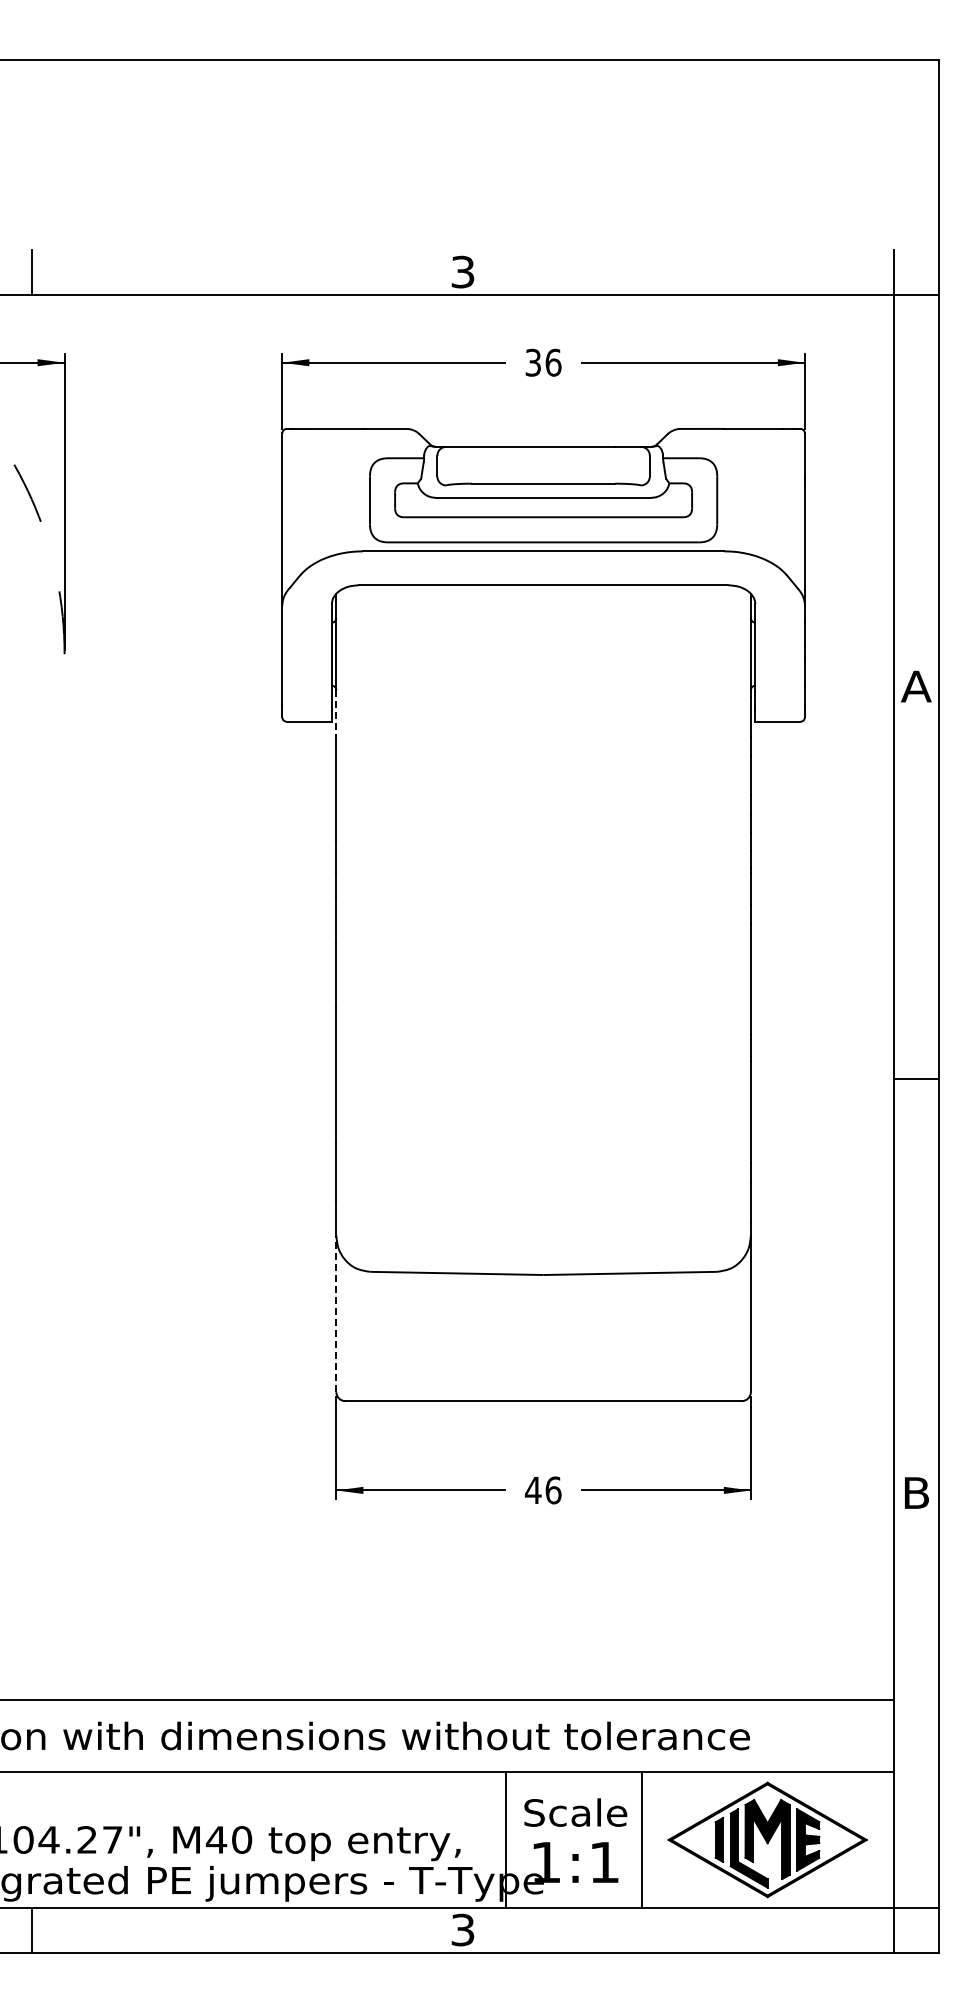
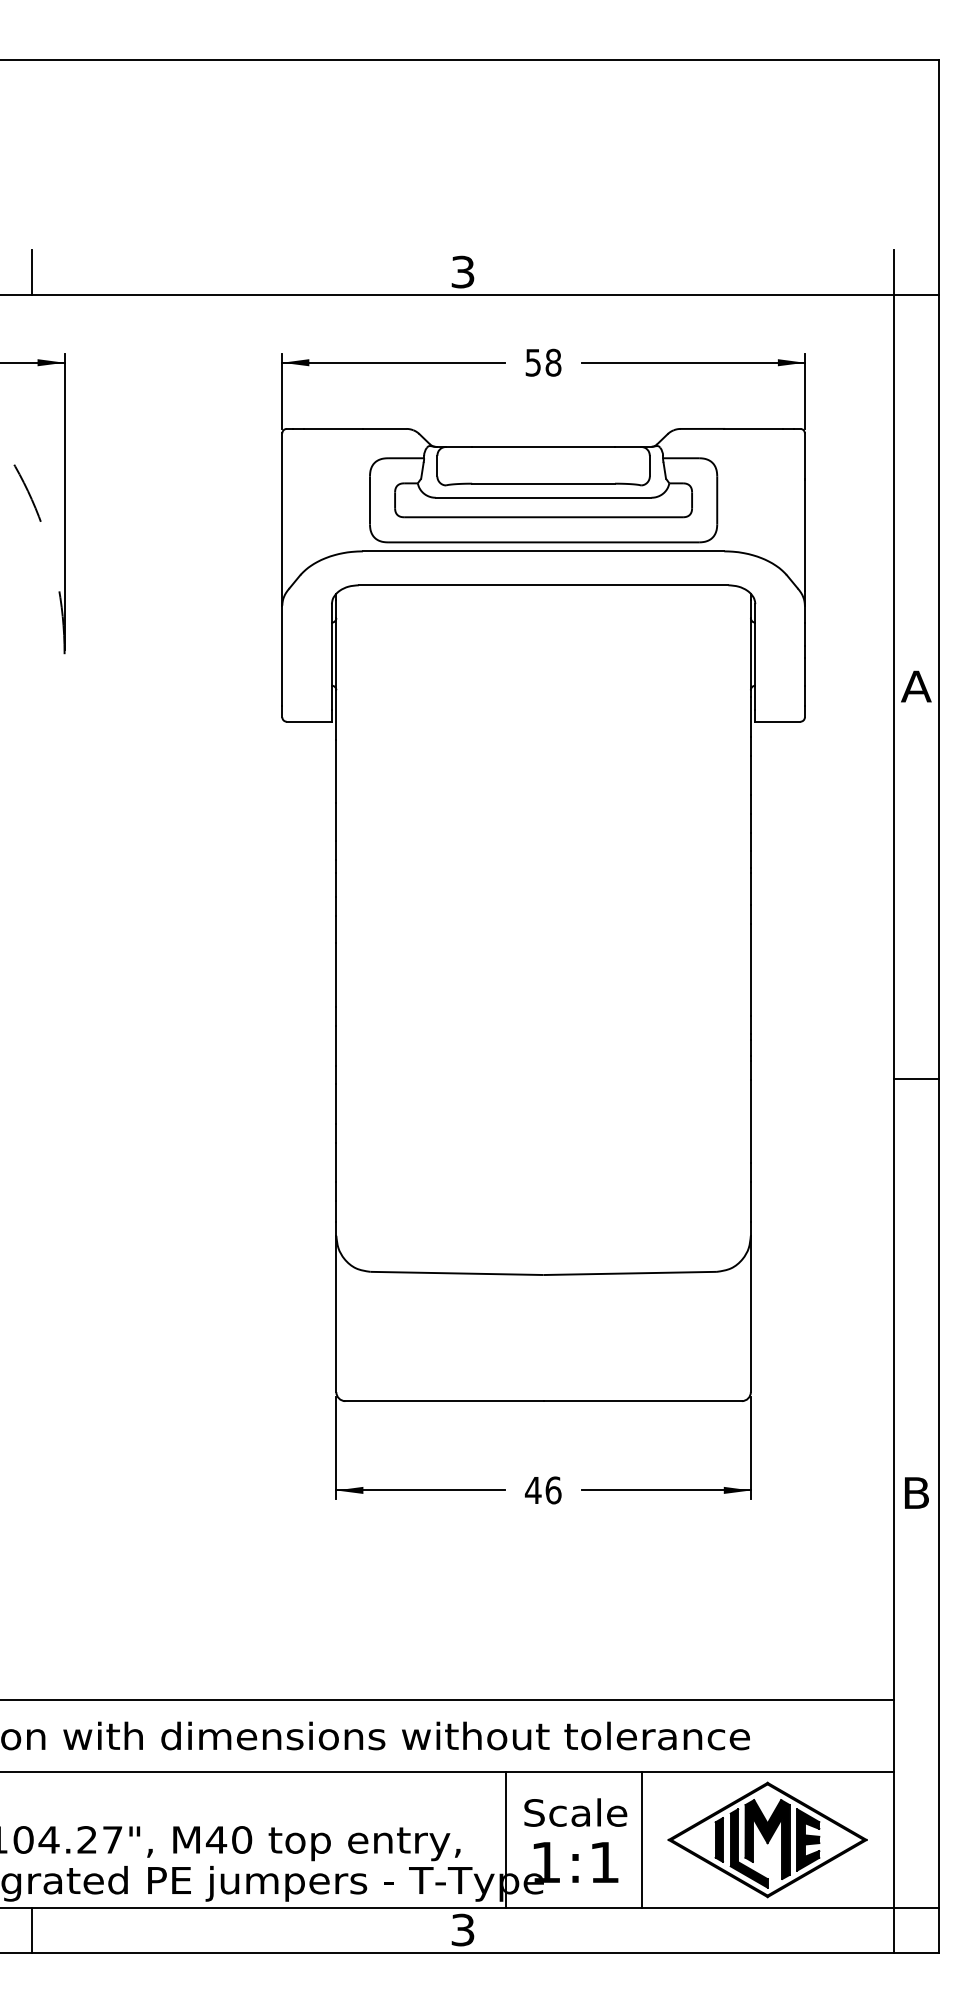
text at (543, 362): 36 -> 58
line at (336, 715): dashed -> solid
line at (336, 1313): dashed -> solid
